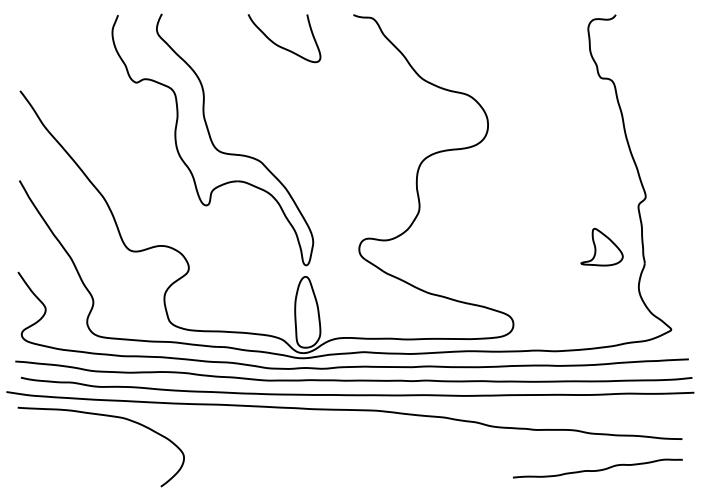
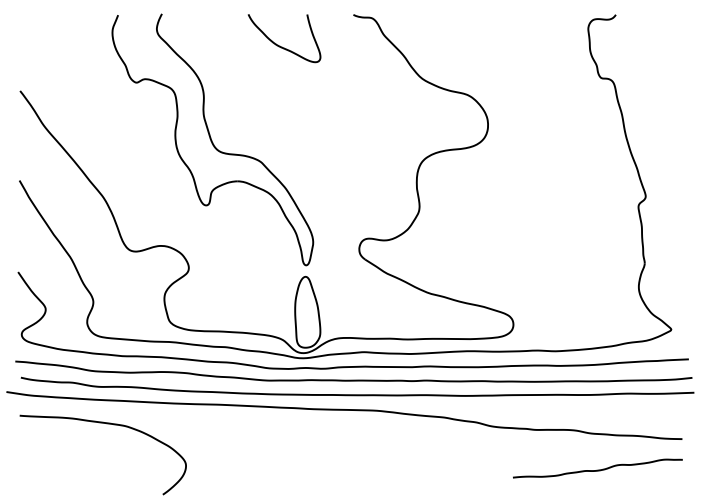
part at (601, 246): present -> none
curve at (104, 416) position: (104, 416) -> (106, 424)
